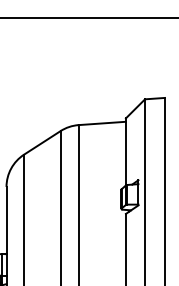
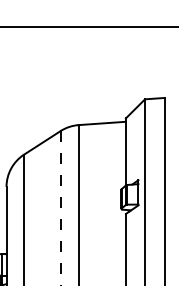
line at (88, 18) position: (88, 18) -> (88, 27)
line at (60, 208): solid -> dashed
